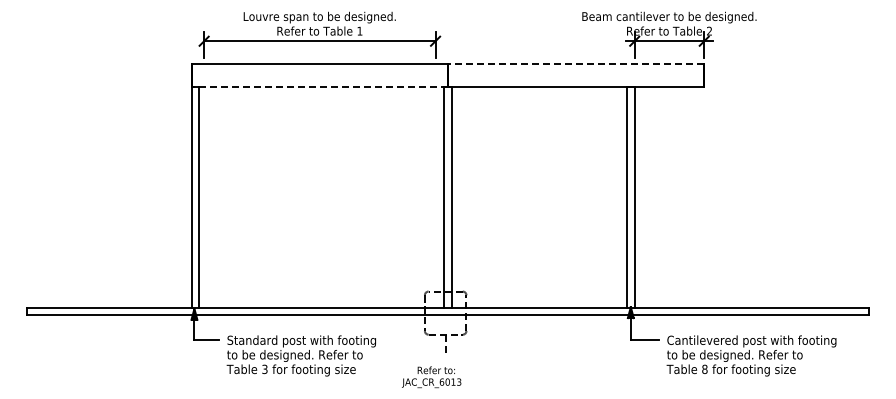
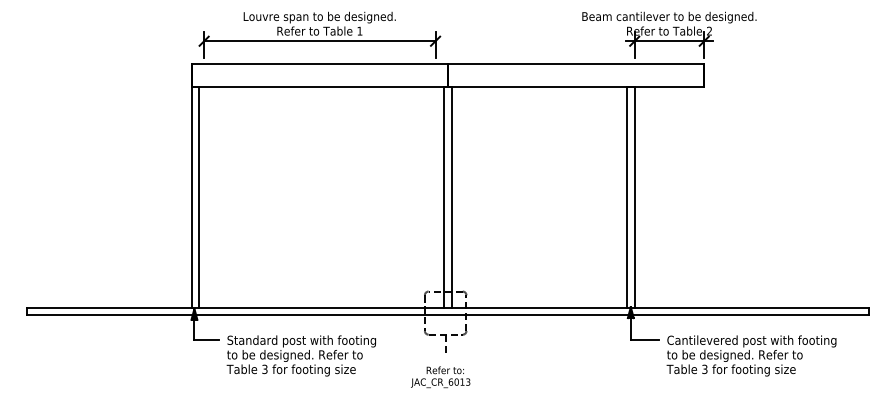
line at (575, 63): dashed -> solid
line at (319, 87): dashed -> solid
text at (704, 368): 8 -> 3
text at (431, 377) position: (431, 377) -> (440, 377)
